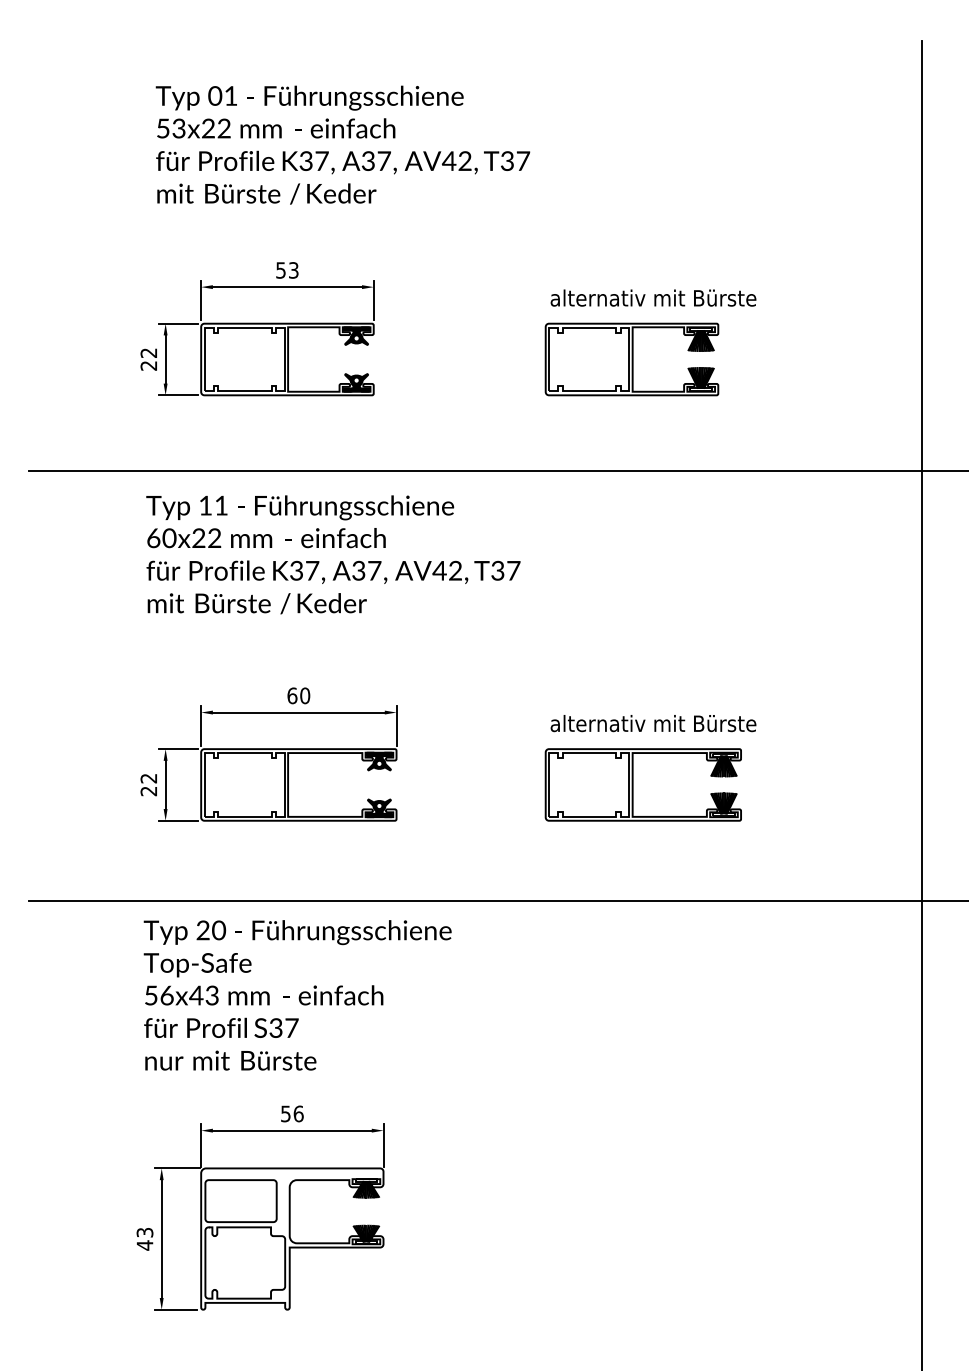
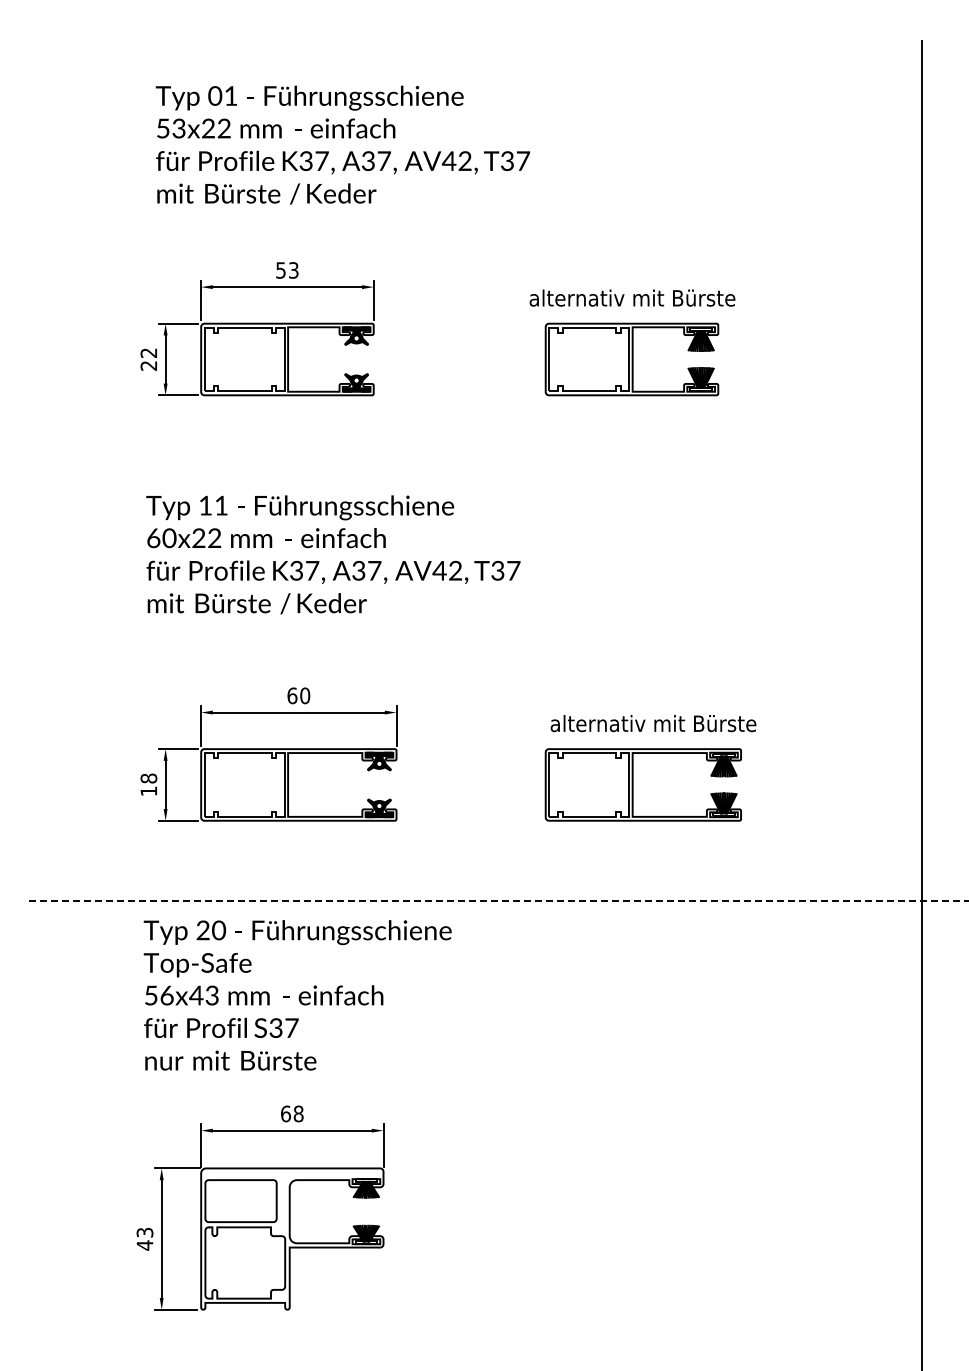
text at (653, 297) position: (653, 297) -> (632, 297)
line at (496, 470): present -> none
text at (148, 784): 22 -> 18
line at (498, 900): solid -> dashed
text at (292, 1113): 56 -> 68
